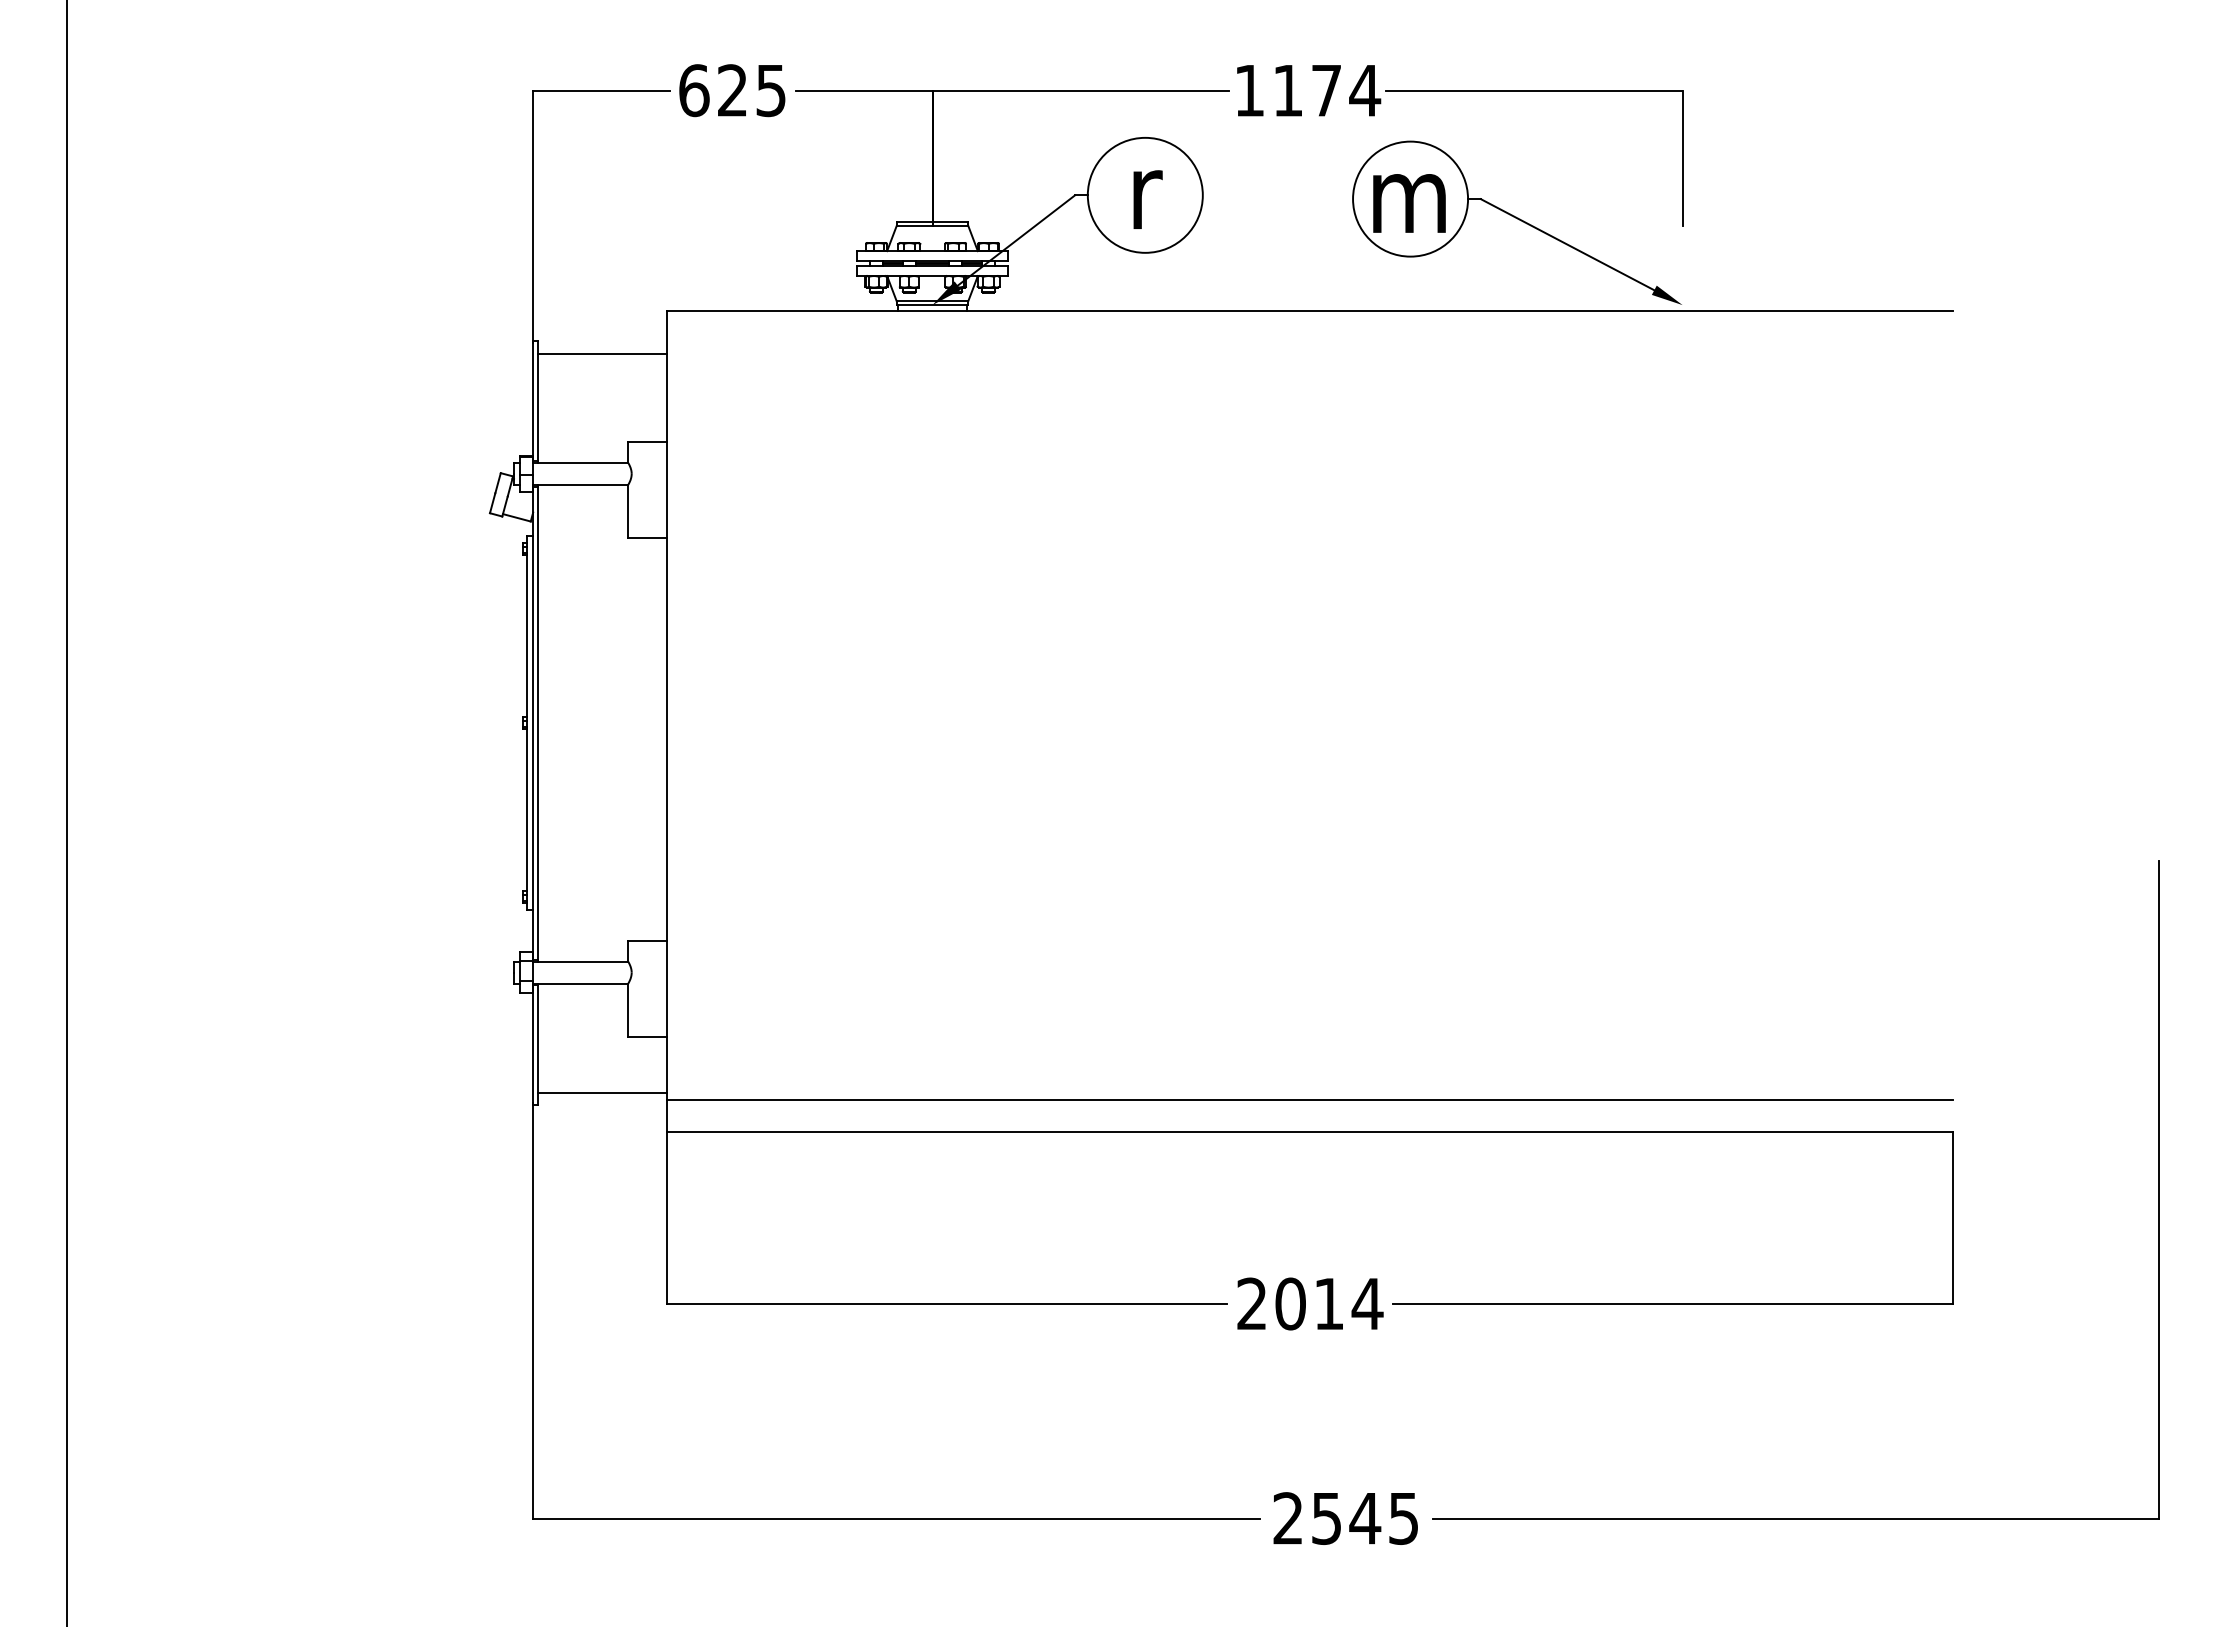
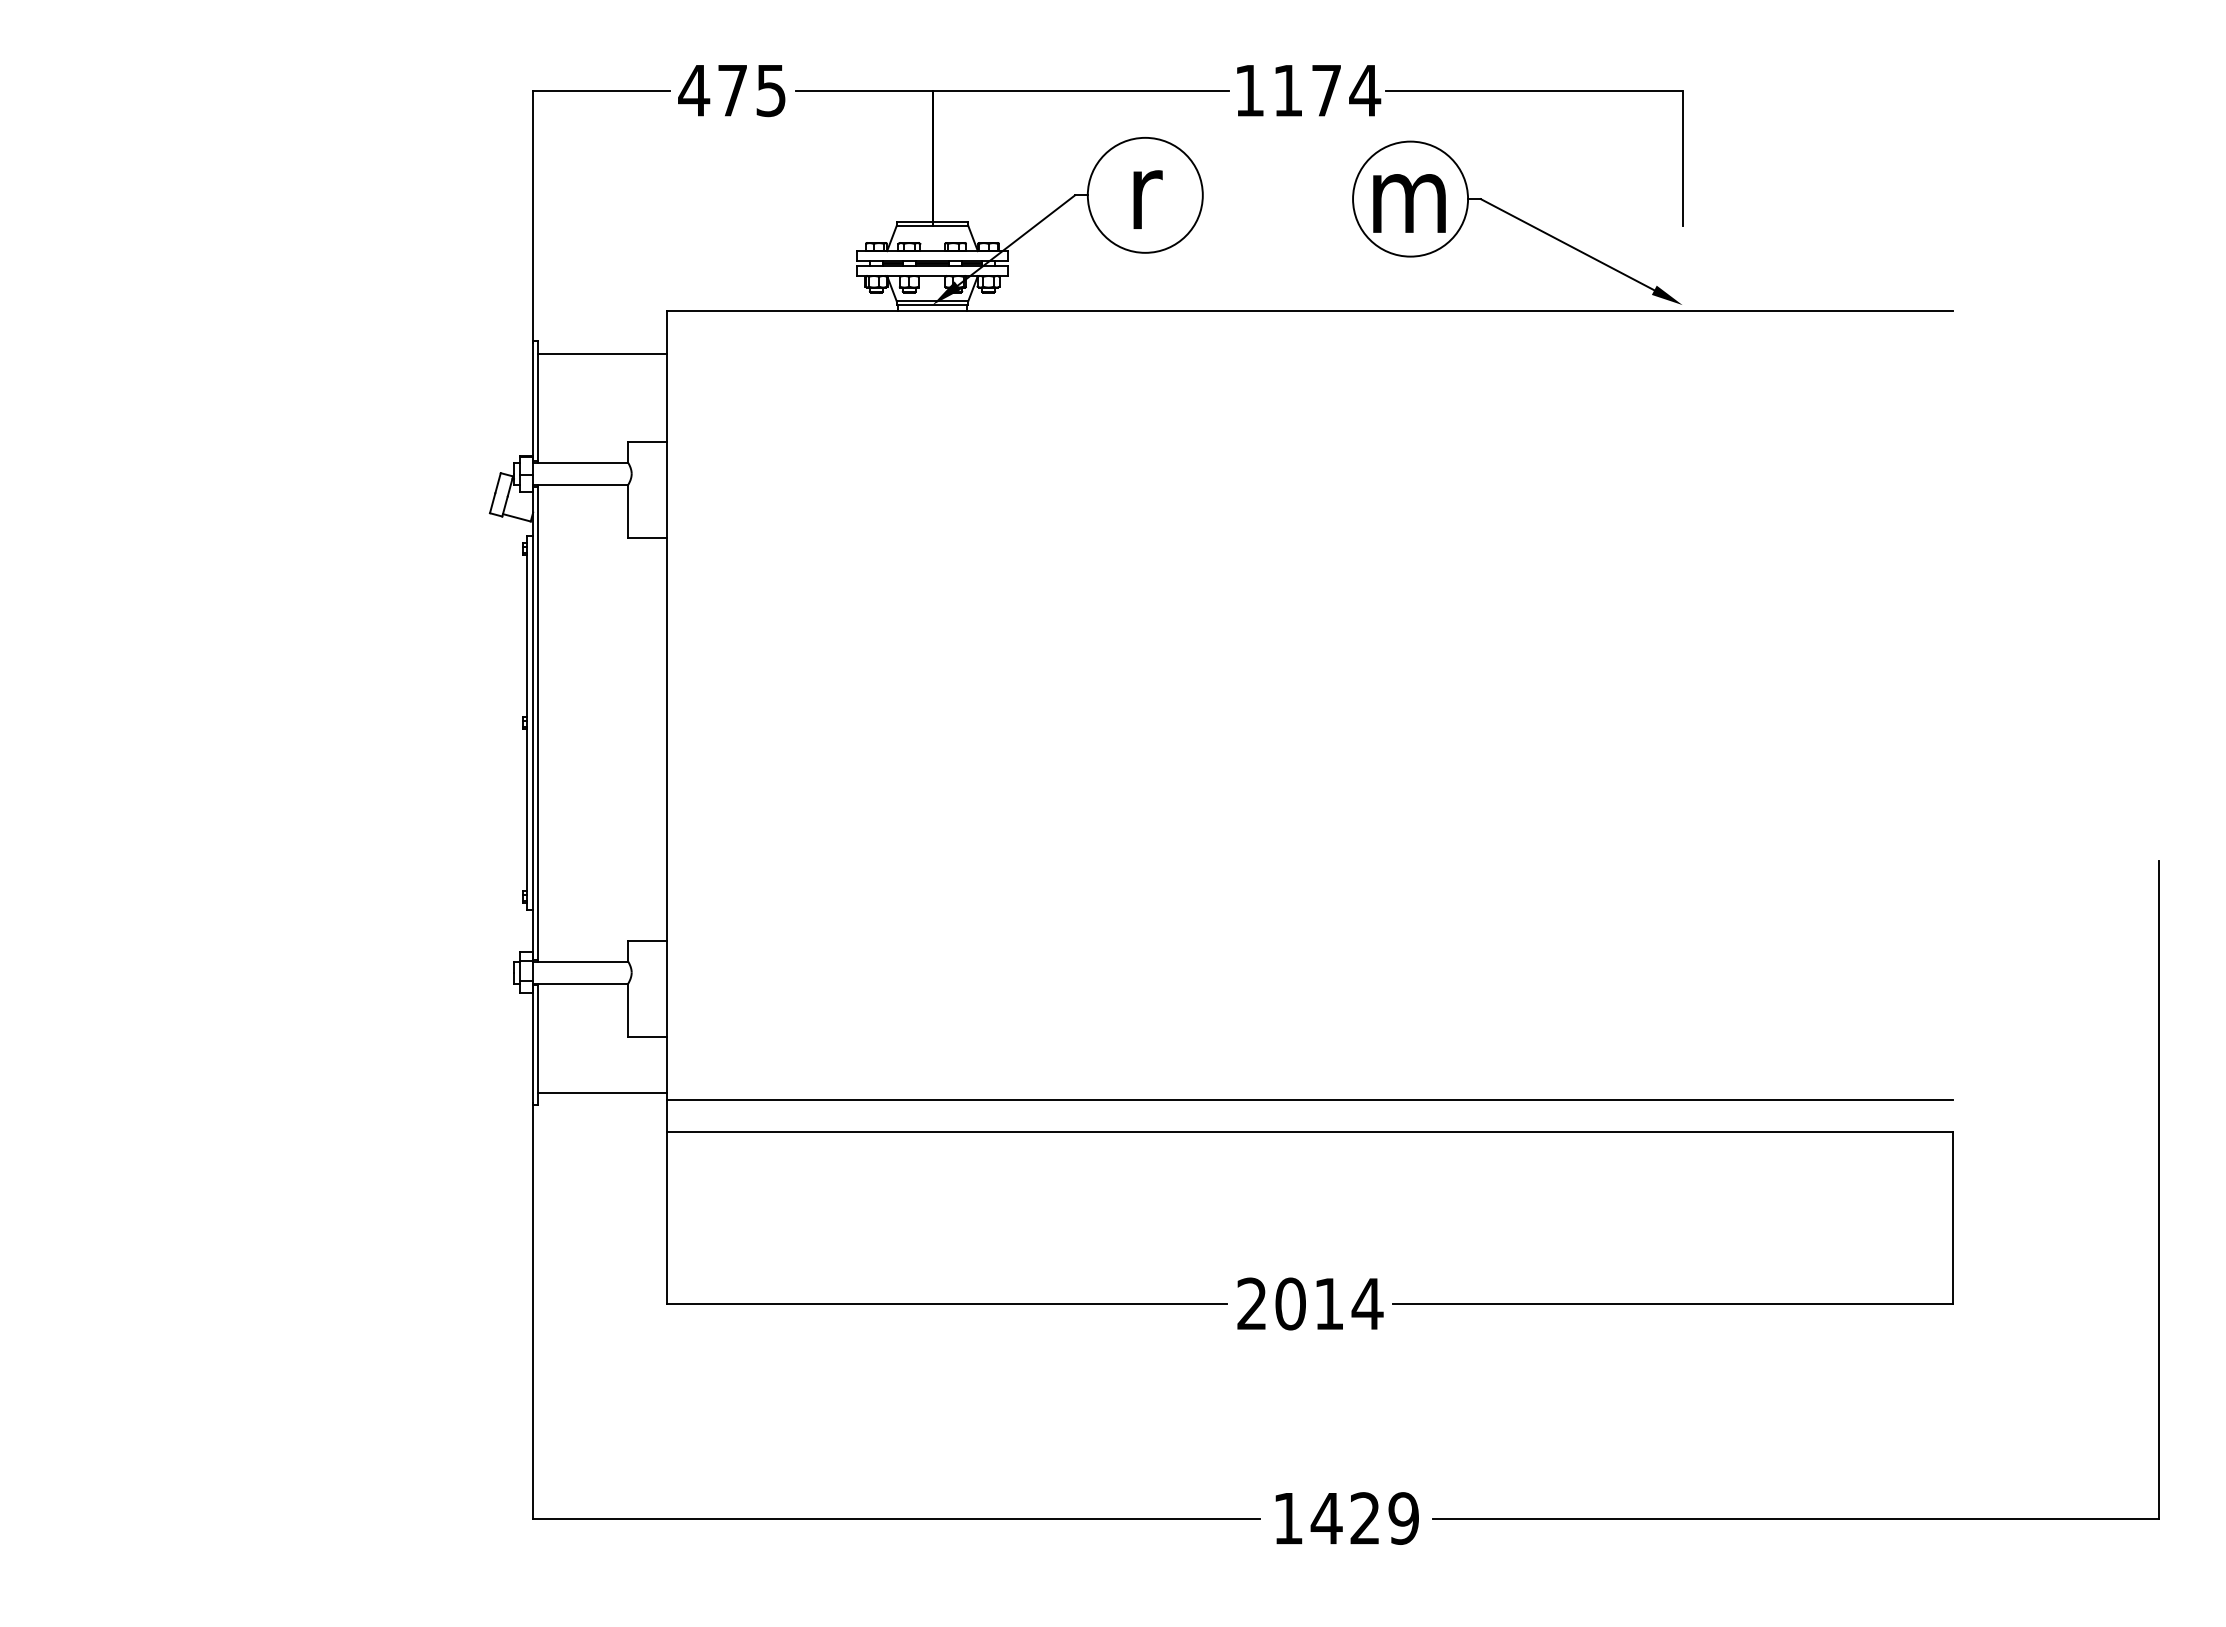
text at (712, 90): 625 -> 475
line at (66, 812): present -> none
text at (1345, 1518): 2545 -> 1429
